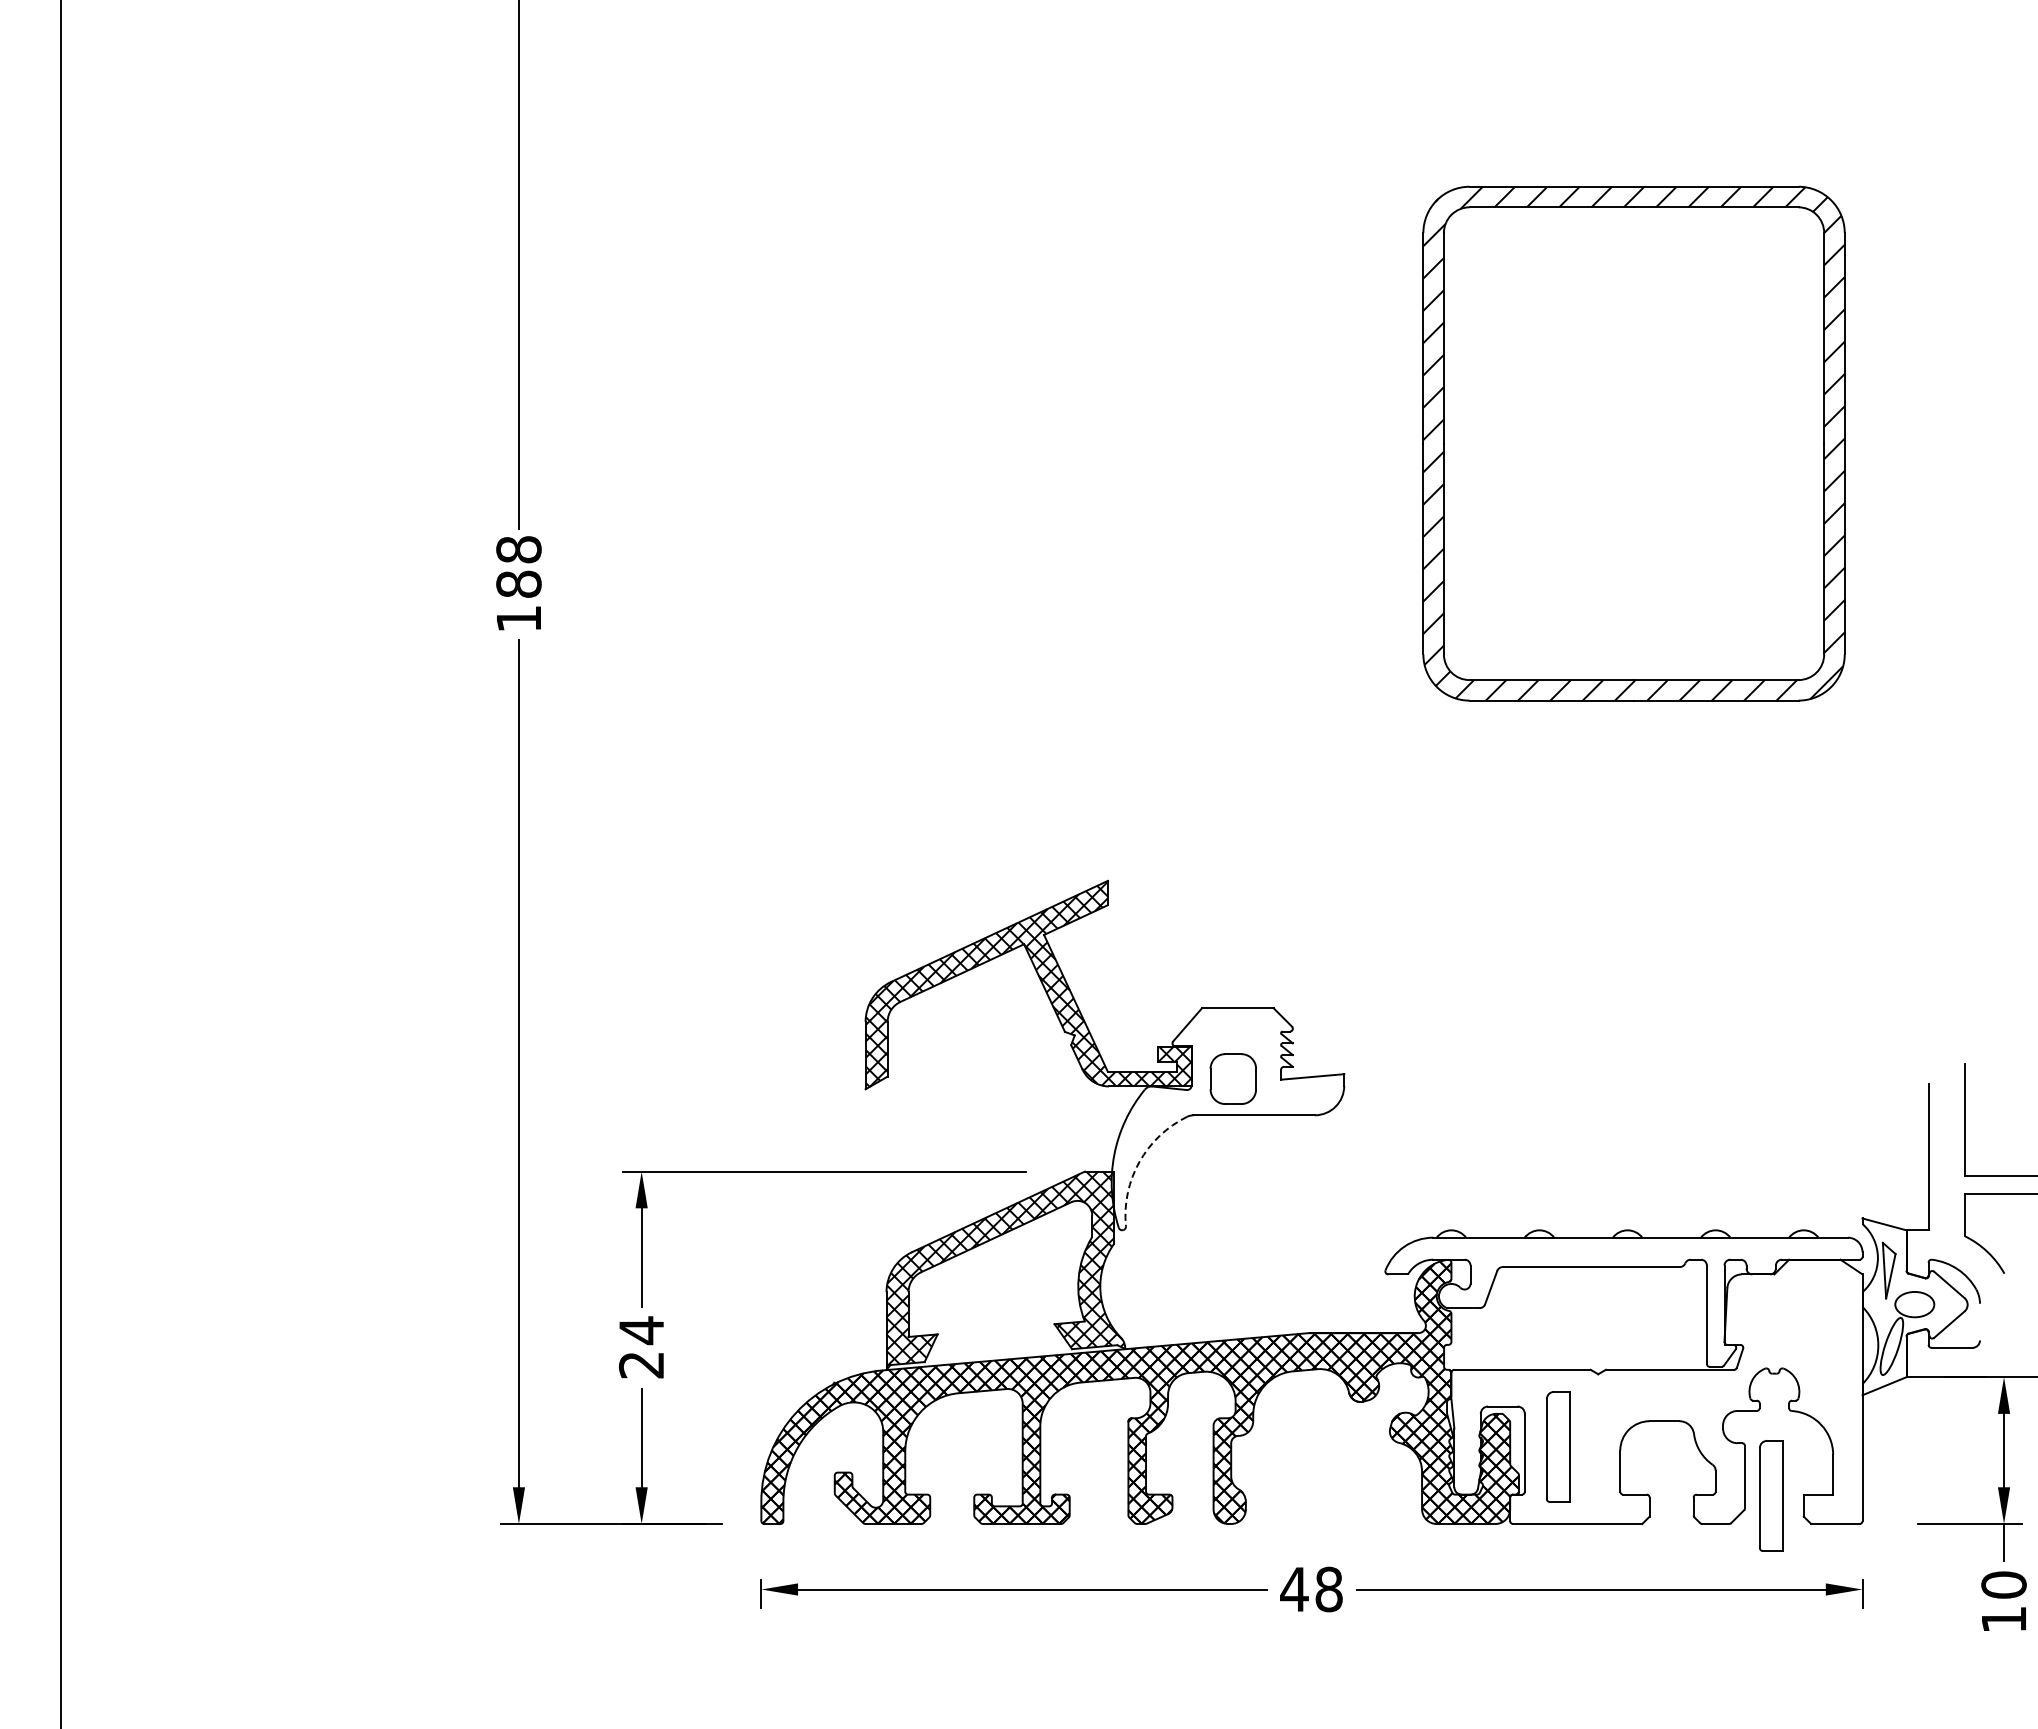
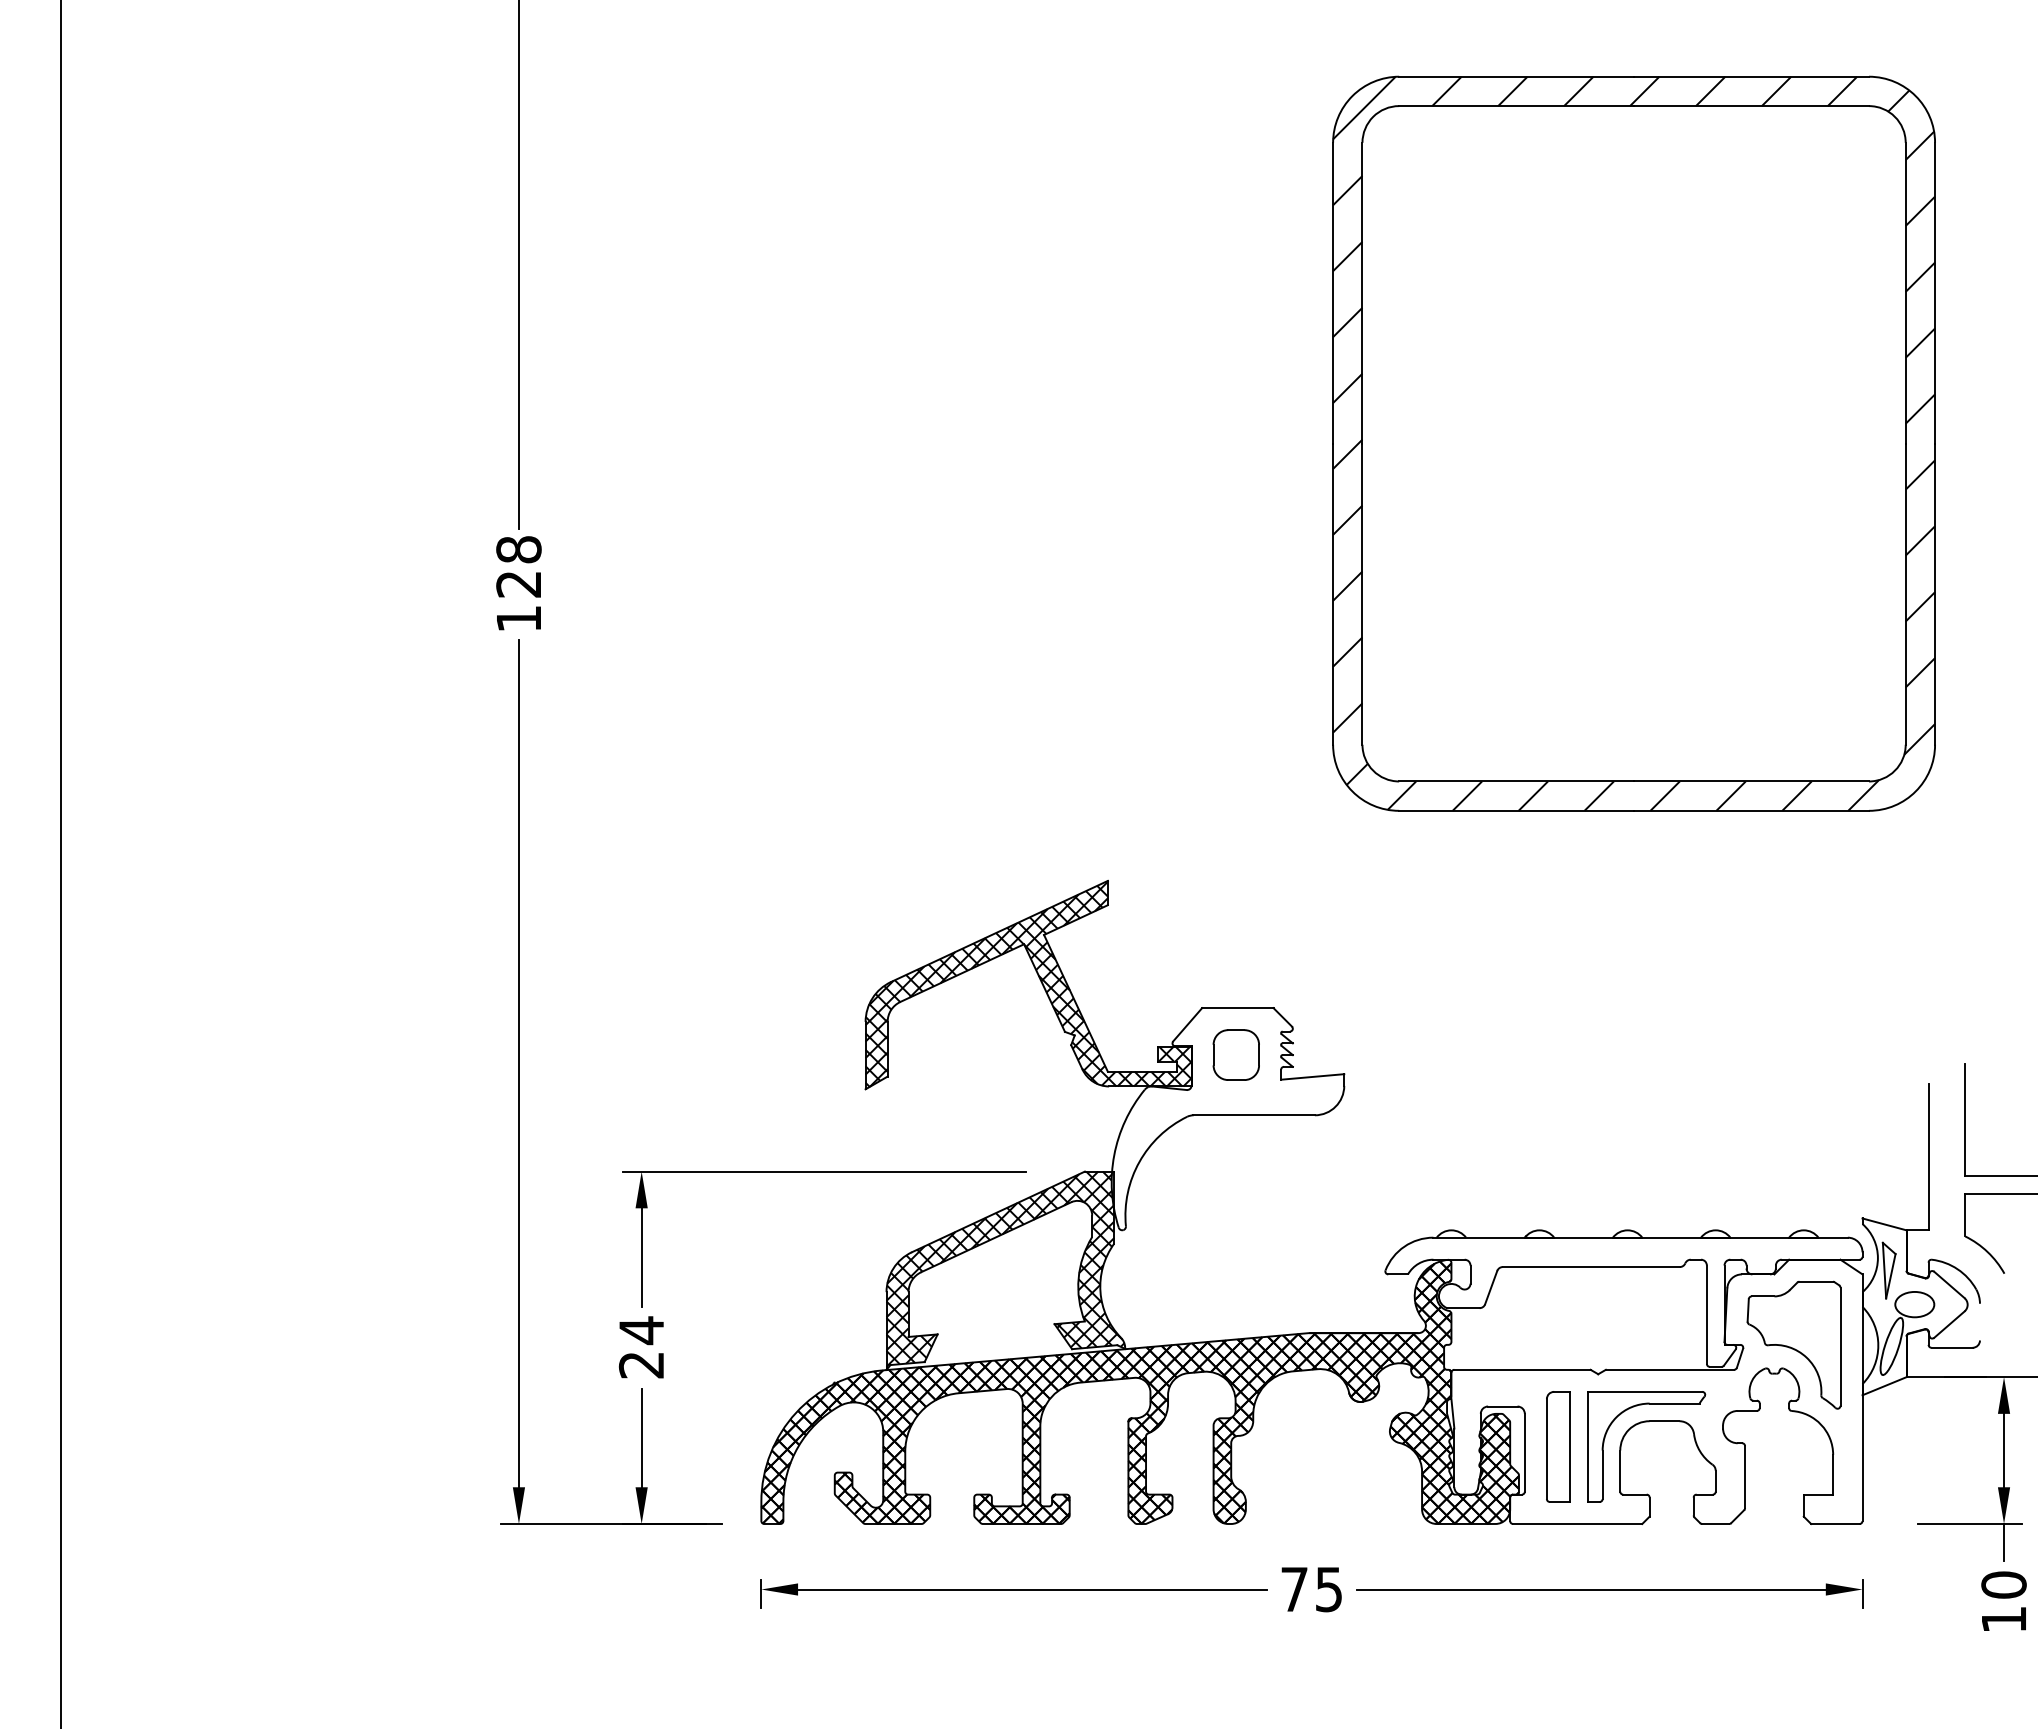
part at (1633, 443) size: 424x517 px -> 604x737 px
text at (518, 583): 188 -> 128
part at (1232, 1078) position: (1232, 1078) -> (1235, 1054)
arc at (1139, 1161): dashed -> solid
part at (1793, 1344): none -> present
part at (1624, 1412): none -> present
part at (1771, 1495): present -> none
text at (1311, 1589): 48 -> 75
